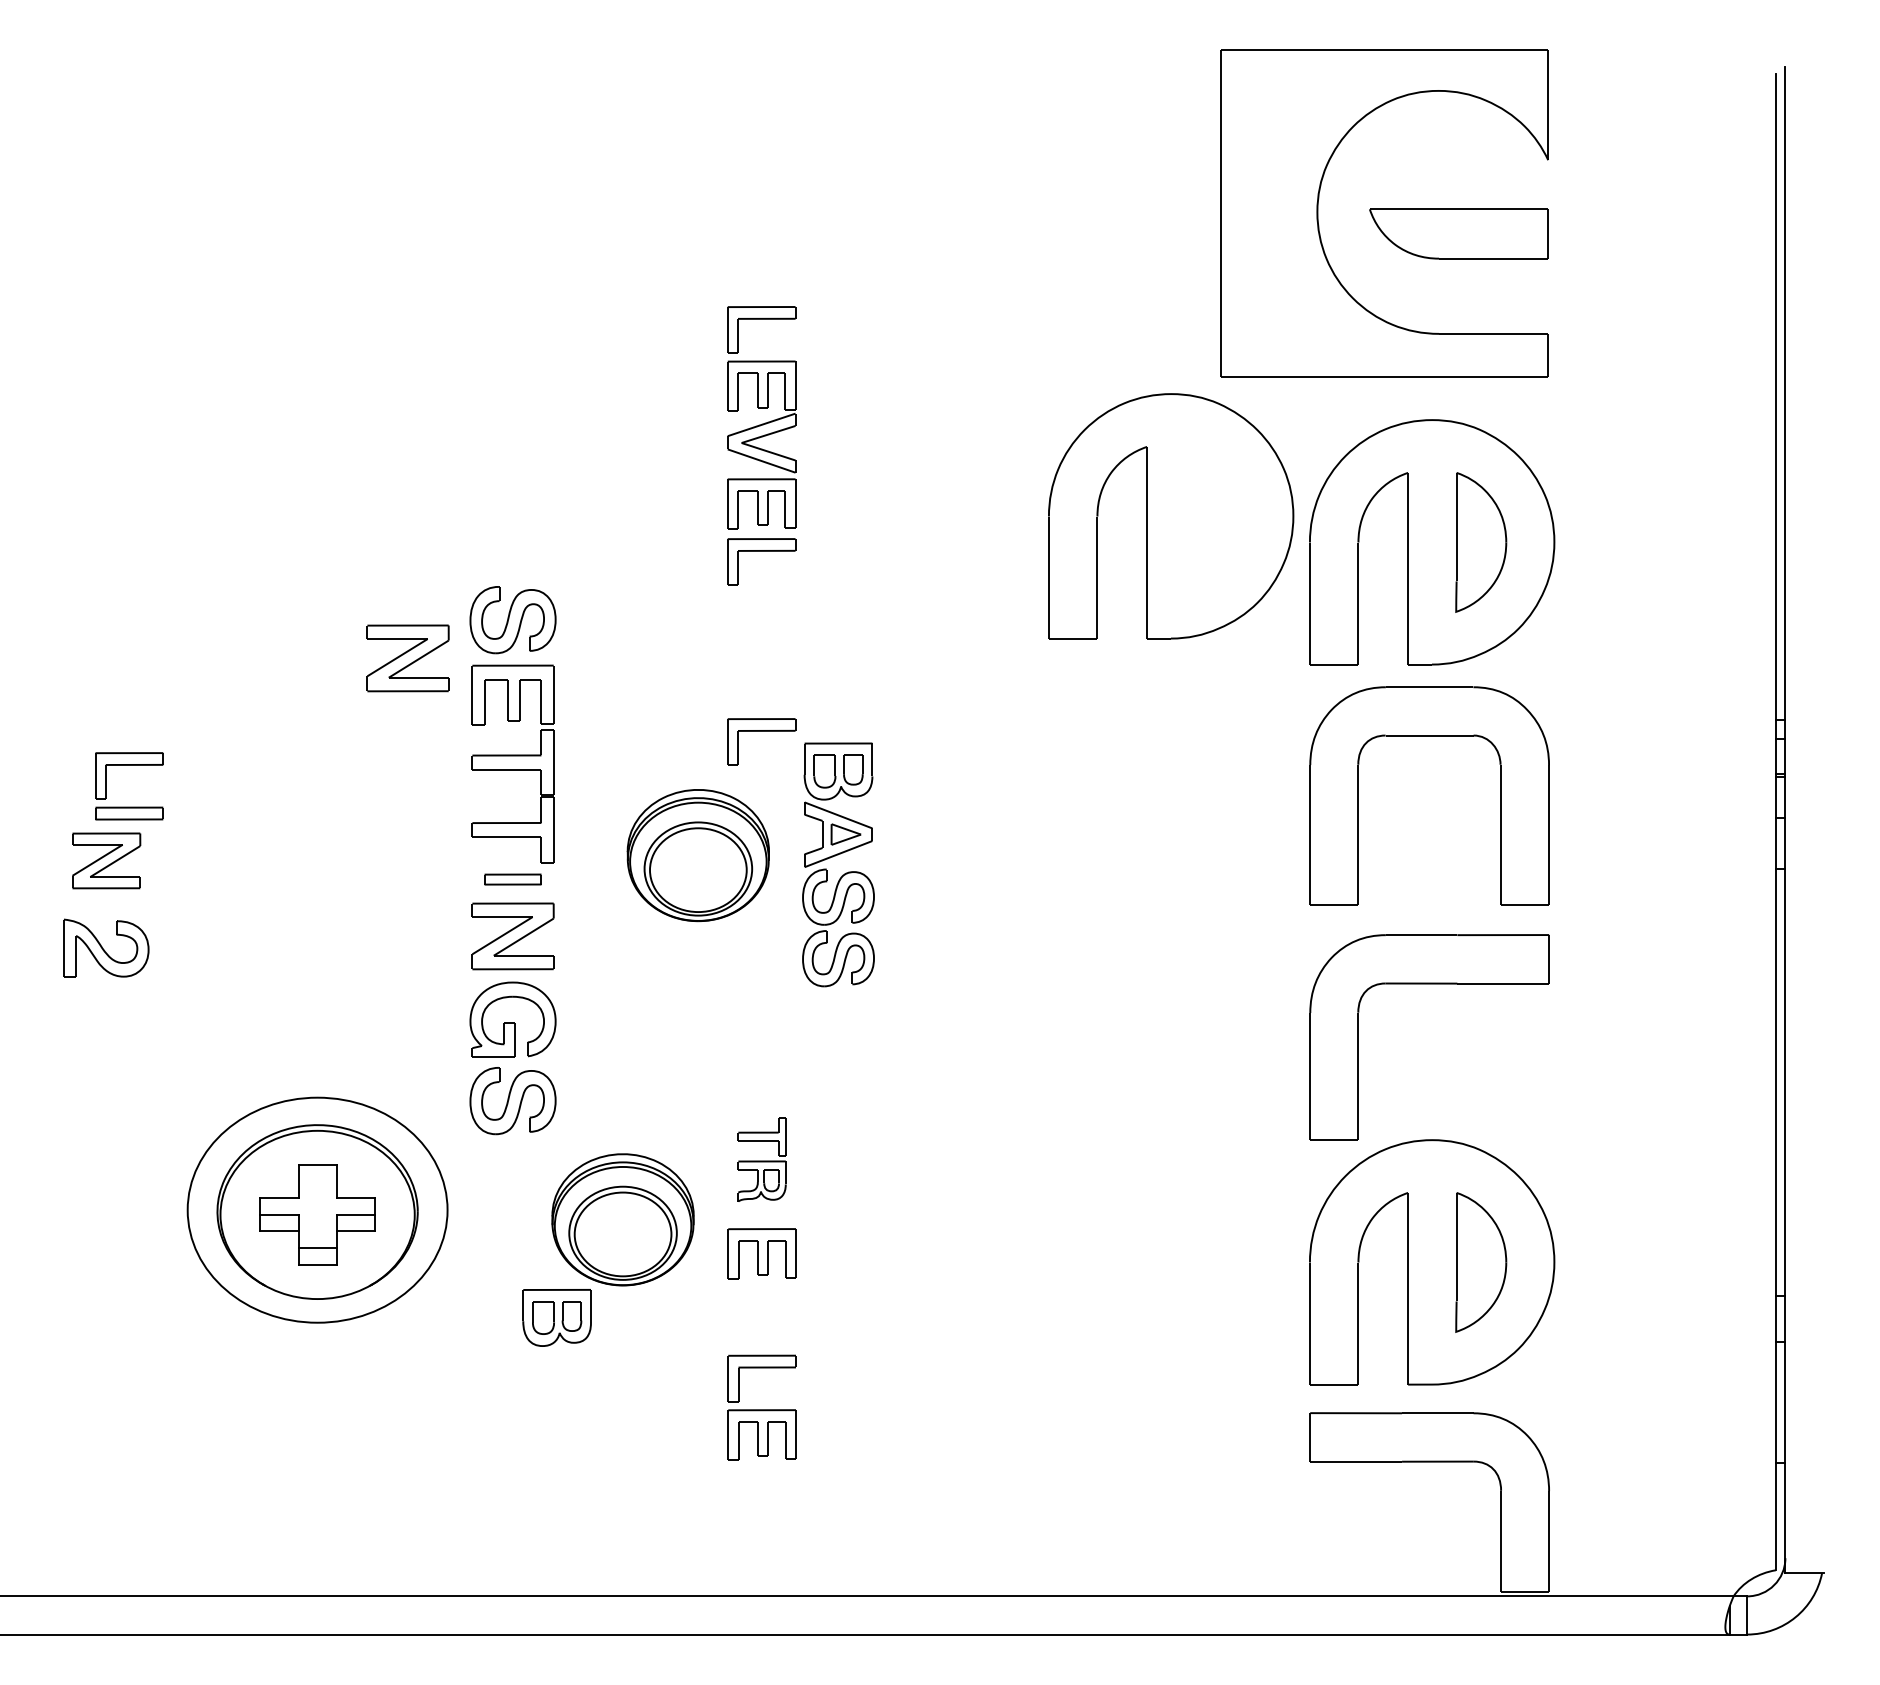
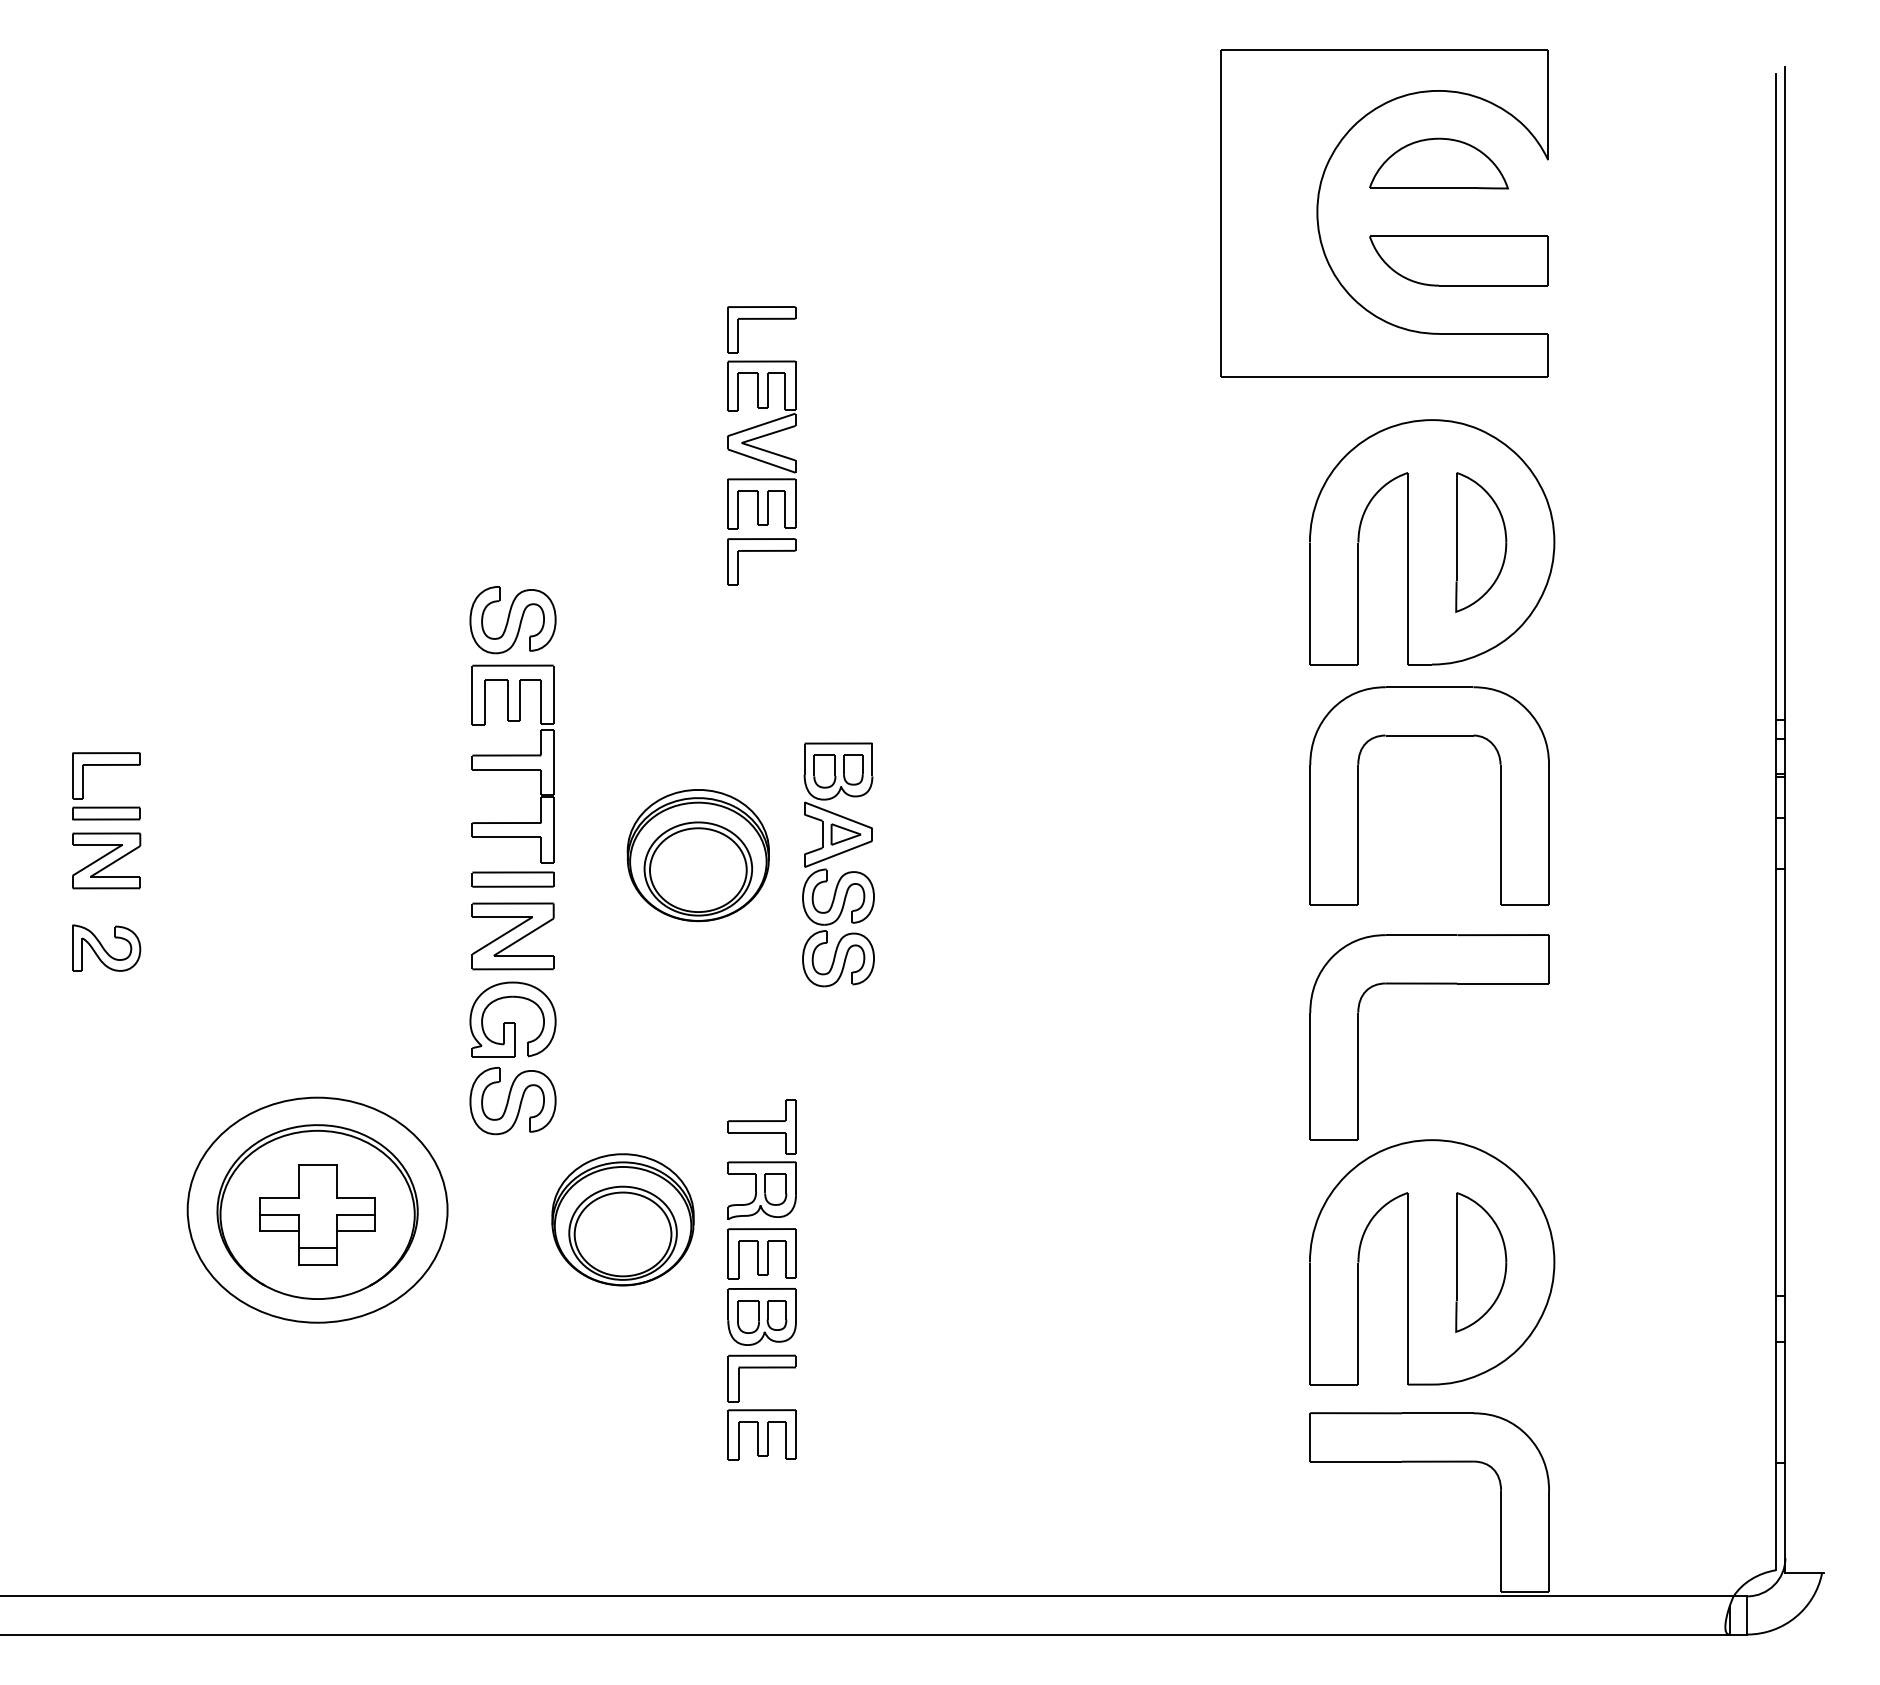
part at (1438, 163): none -> present
part at (1458, 233) position: (1458, 233) -> (1458, 260)
part at (1171, 516): present -> none
part at (407, 658): present -> none
part at (761, 731): present -> none
part at (129, 806) position: (129, 806) -> (106, 806)
part at (512, 879) size: 58x13 px -> 84x17 px
part at (106, 947) size: 87x60 px -> 70x48 px
part at (761, 1159) size: 50x85 px -> 70x121 px
part at (556, 1317) position: (556, 1317) -> (761, 1316)
